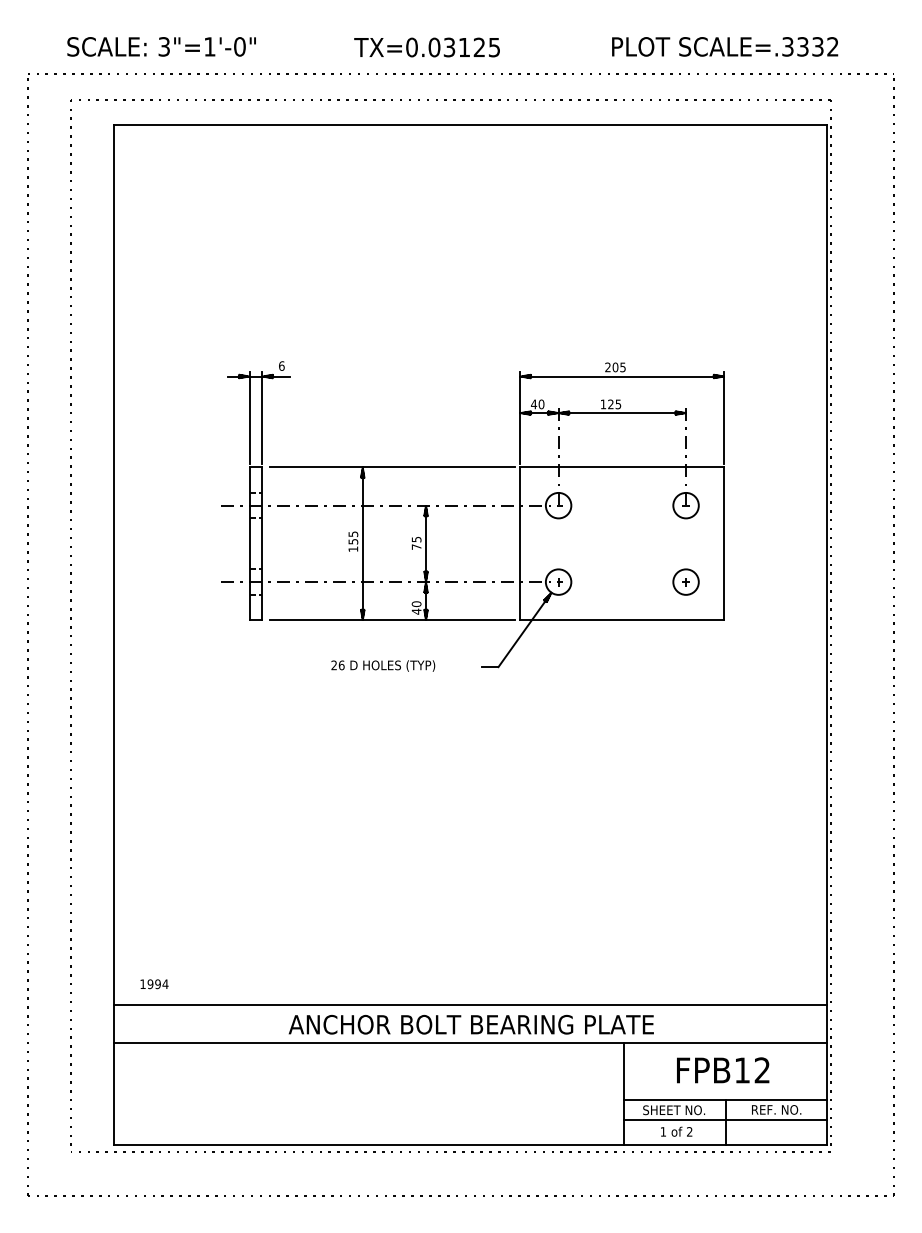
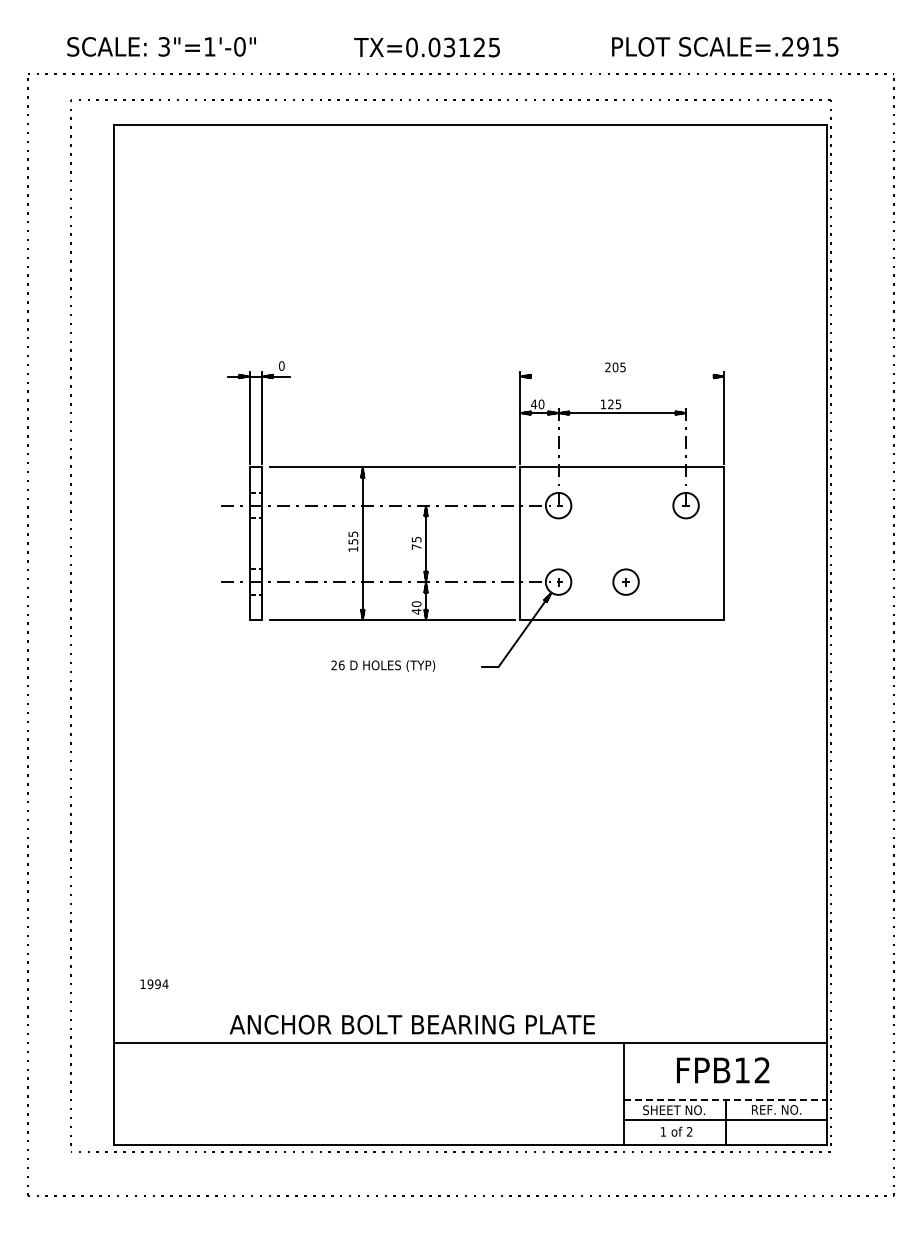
text at (810, 46): SCALE=.3332 -> SCALE=.2915
text at (281, 365): 6 -> 0
line at (622, 376): present -> none
part at (685, 581) position: (685, 581) -> (625, 581)
line at (470, 1004): present -> none
text at (470, 1024) position: (470, 1024) -> (411, 1024)
line at (725, 1100): solid -> dashed
